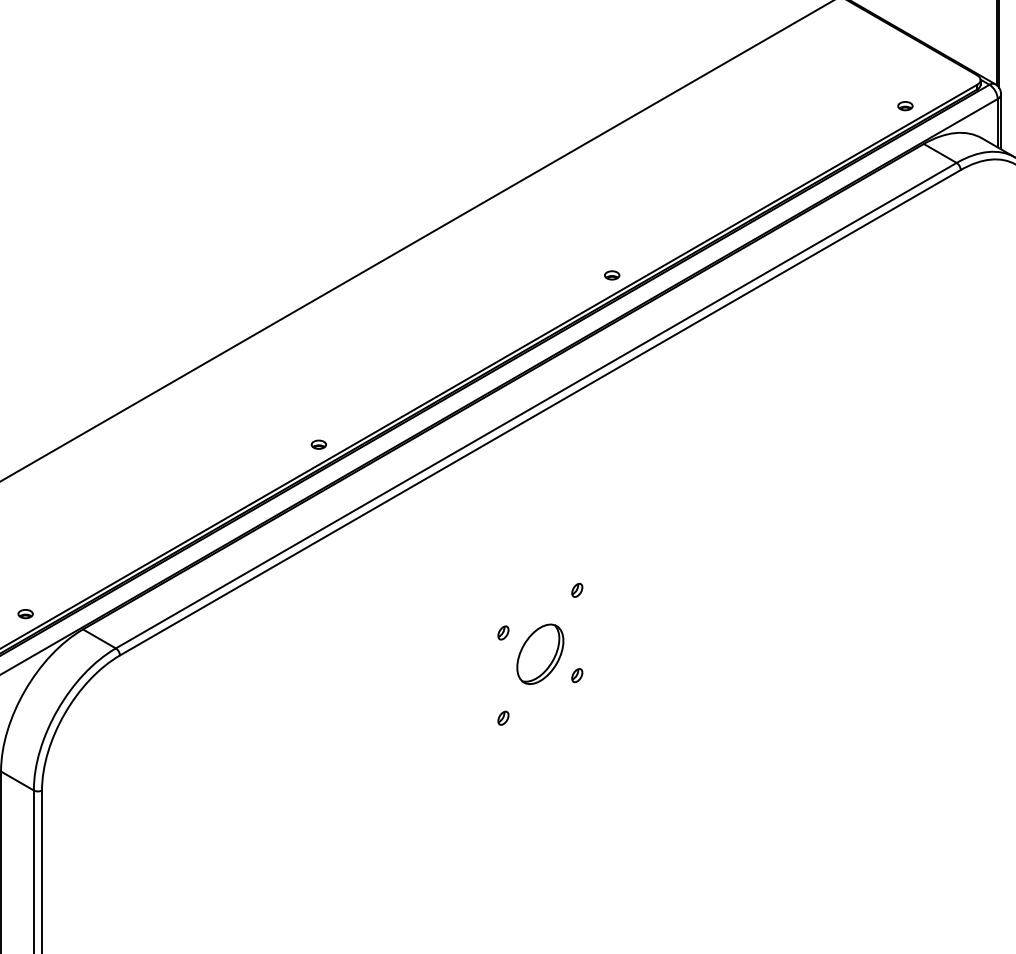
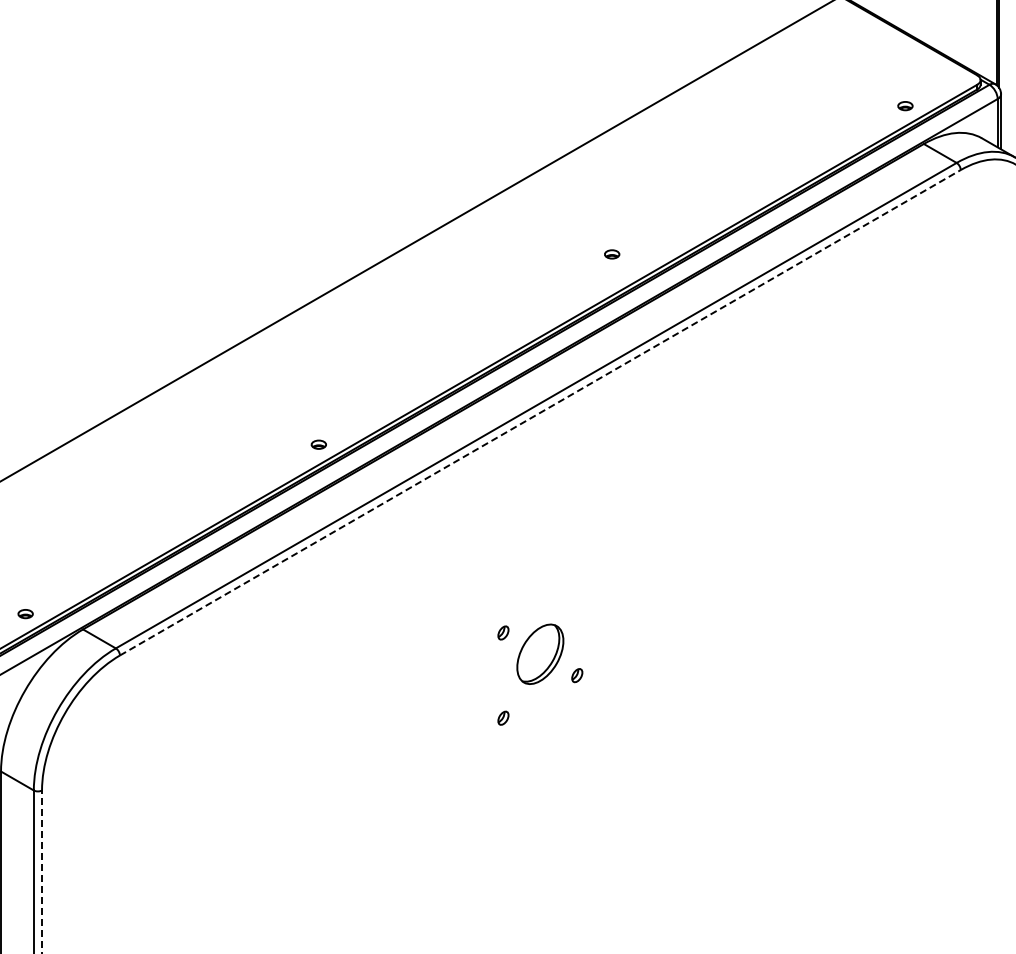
part at (612, 275) position: (612, 275) -> (612, 254)
line at (540, 412): solid -> dashed
part at (577, 589): present -> none
line at (42, 871): solid -> dashed
